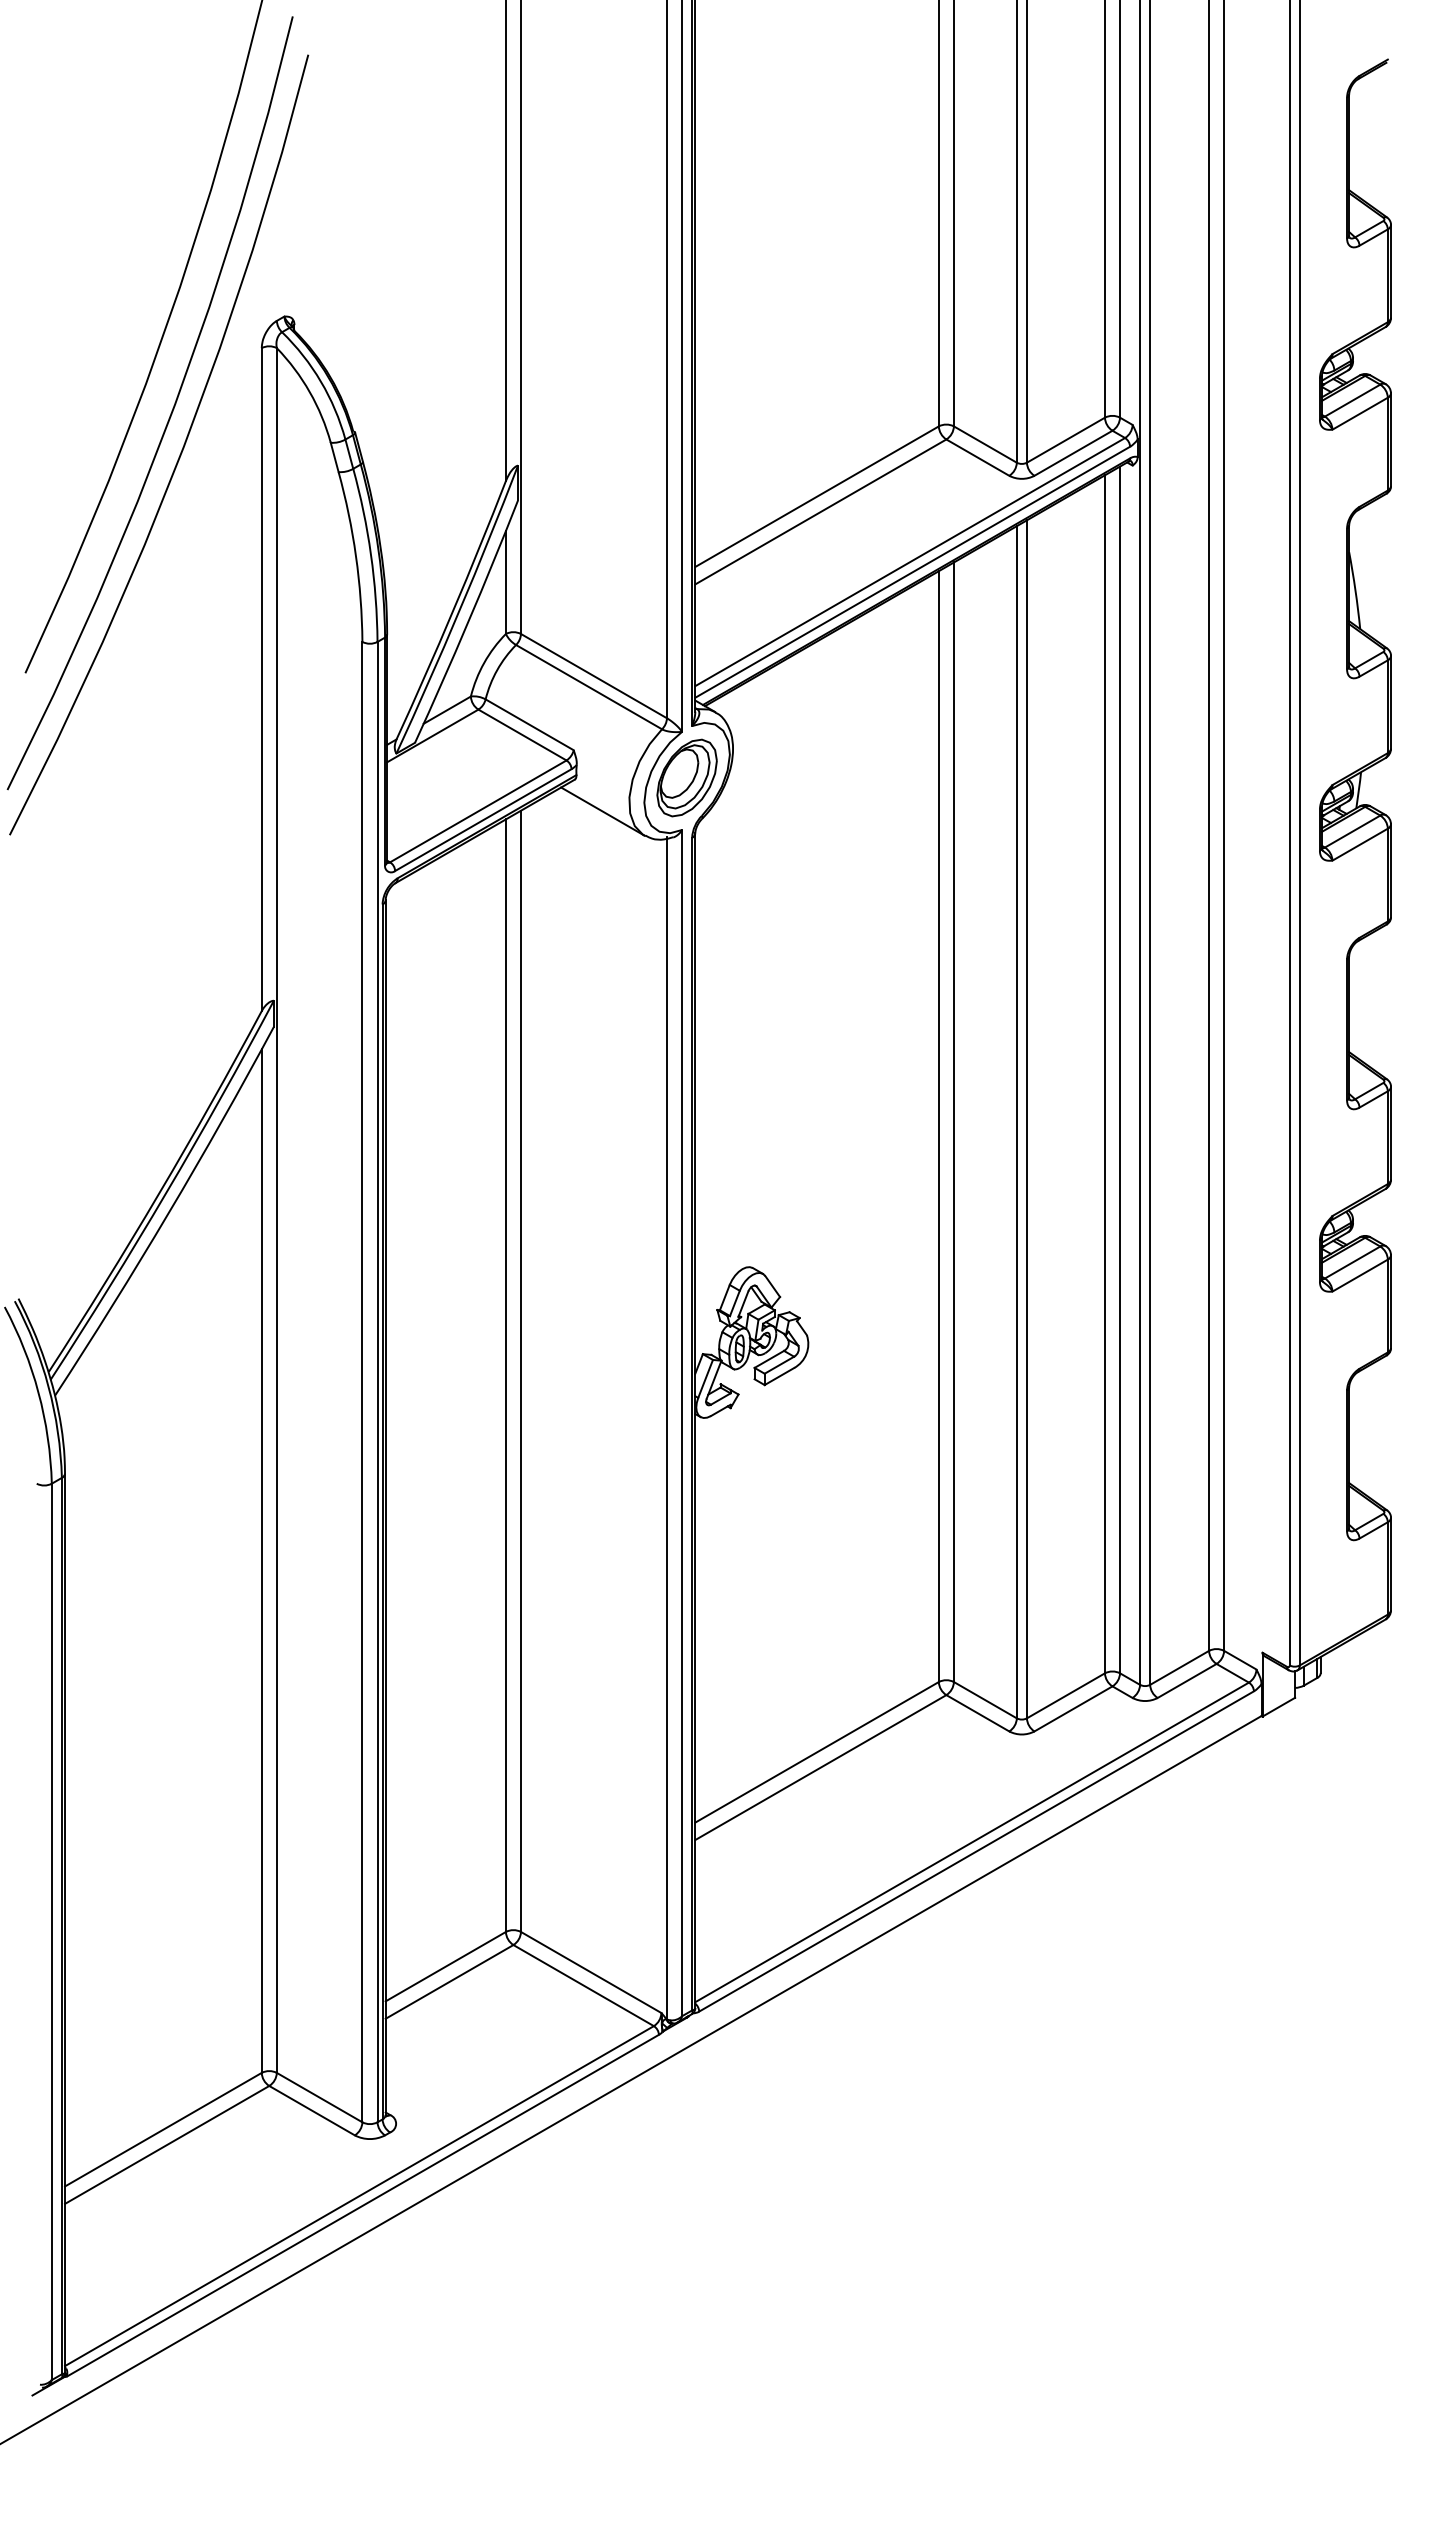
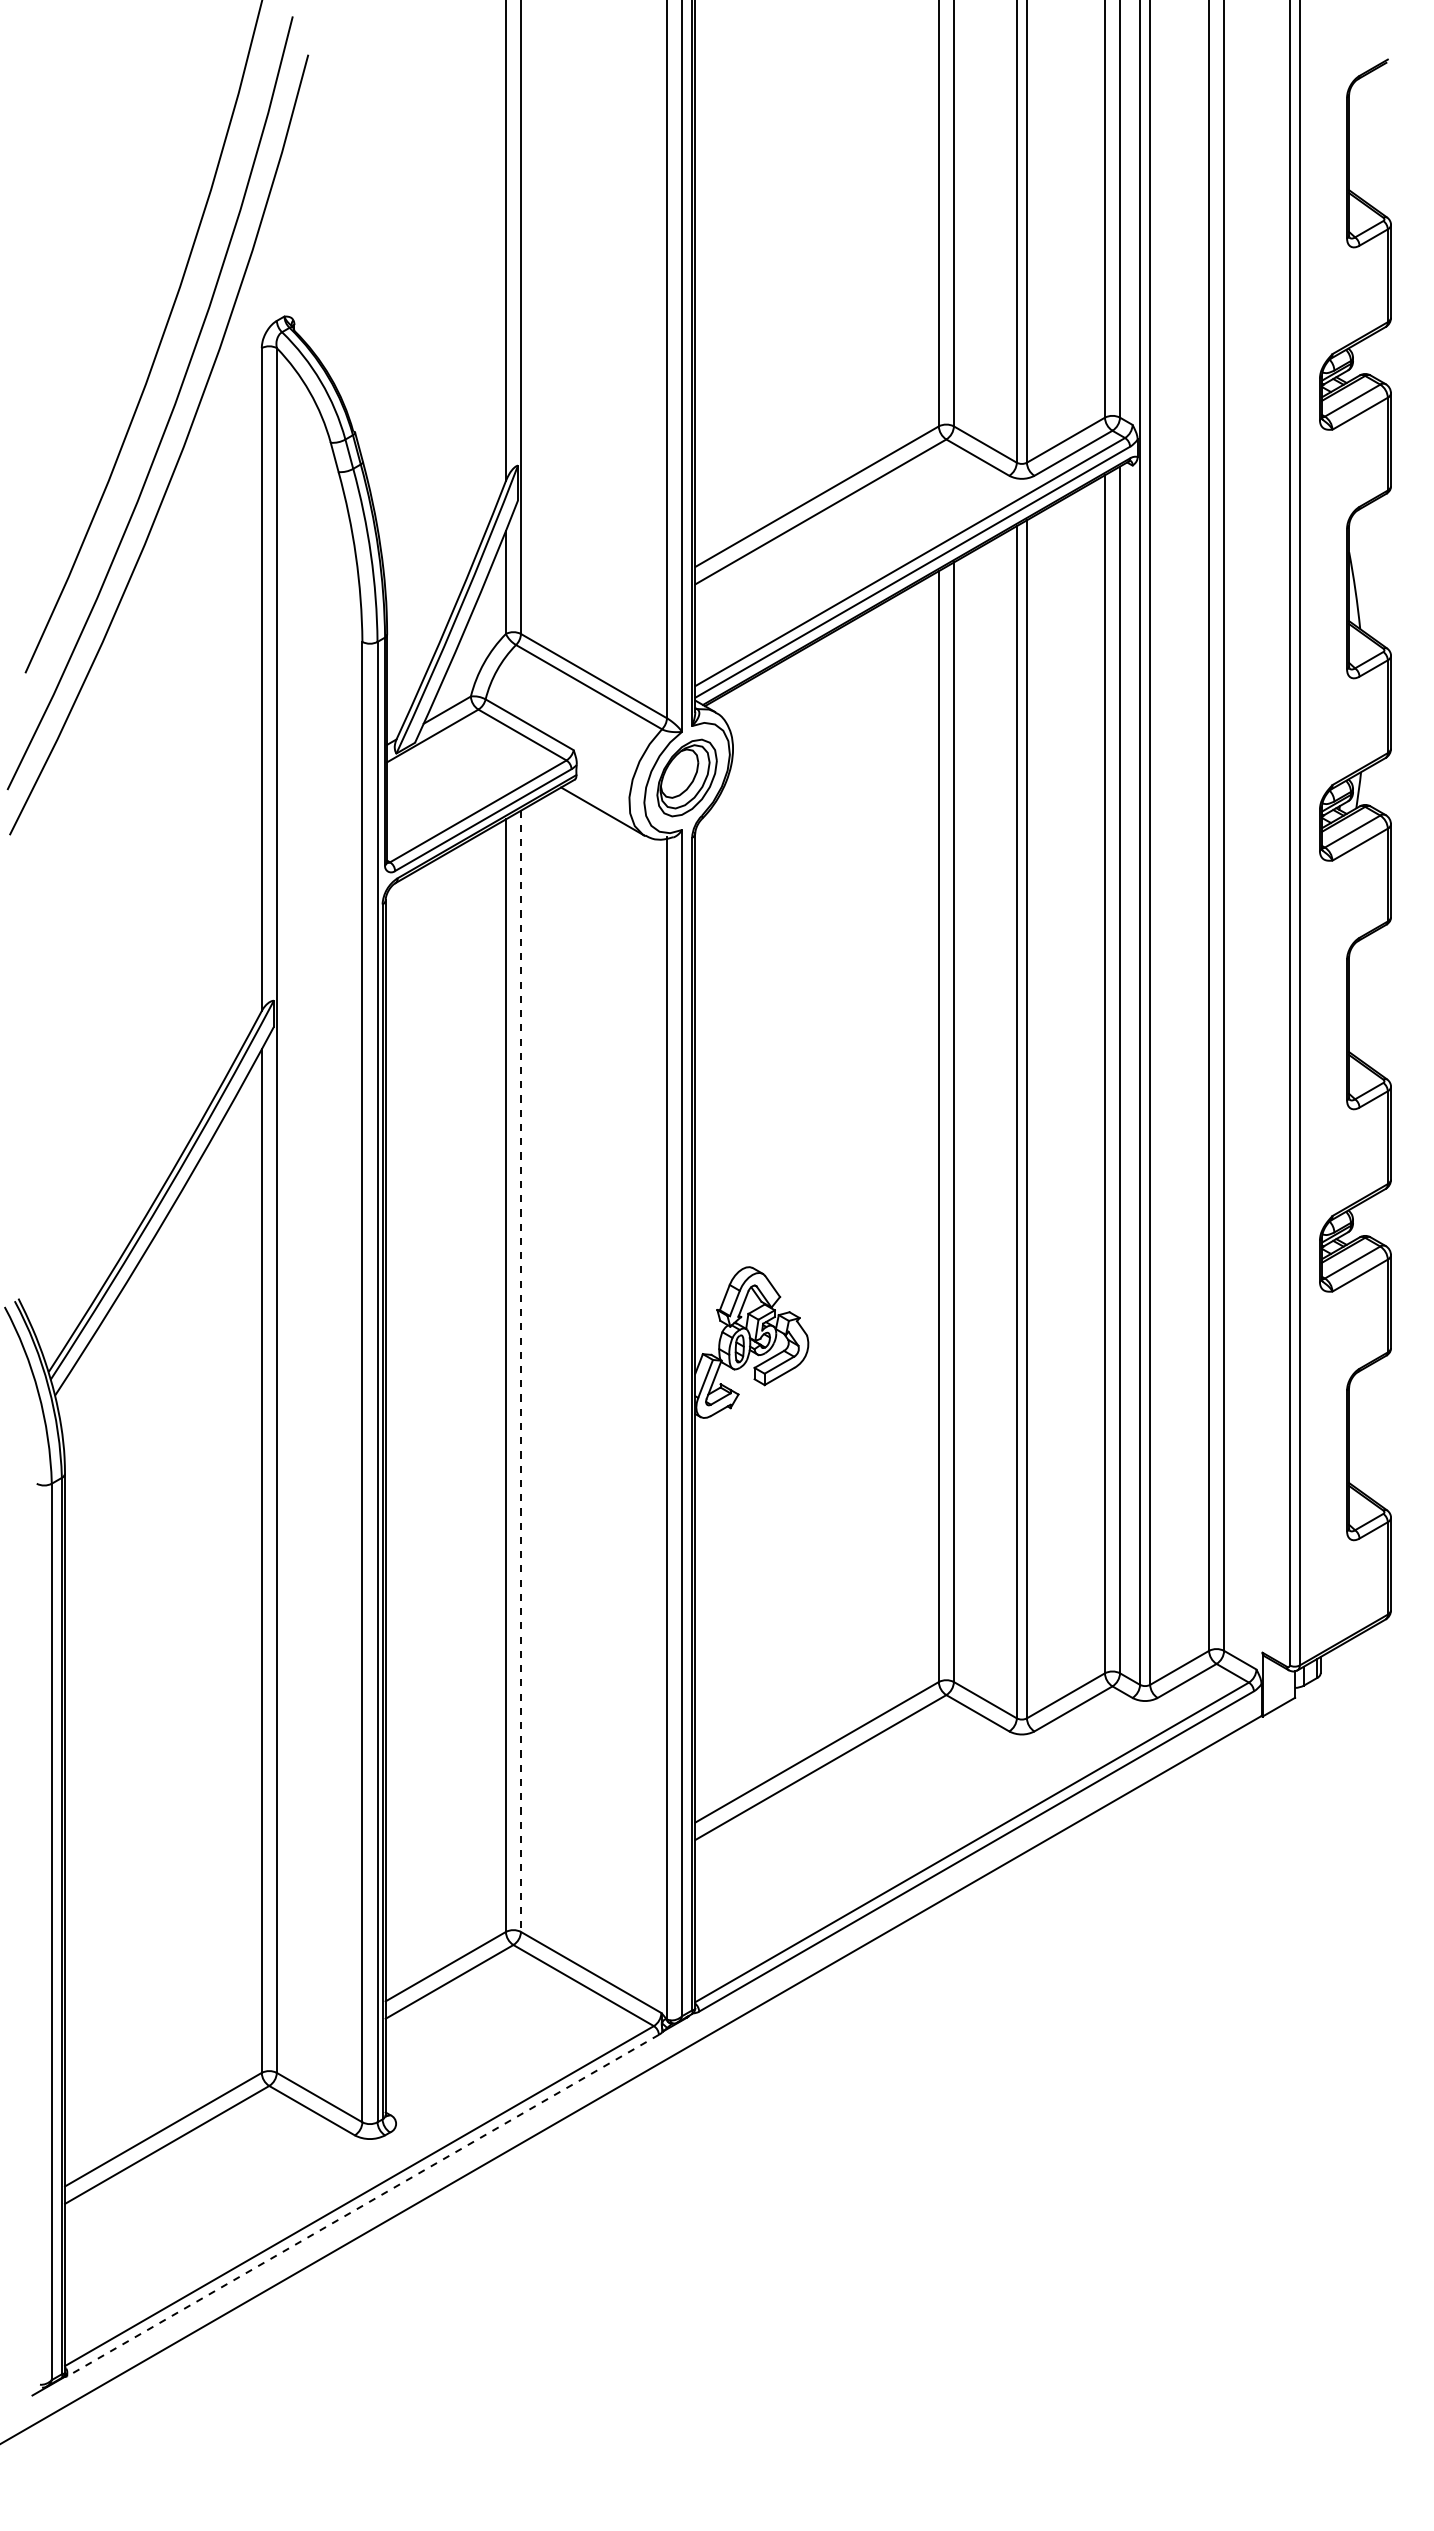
line at (521, 1371): solid -> dashed
line at (363, 2205): solid -> dashed
